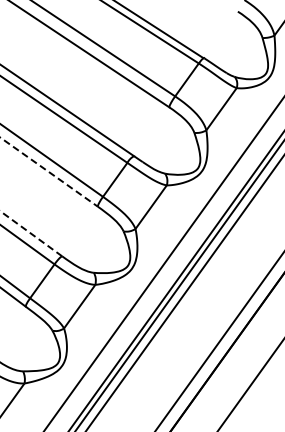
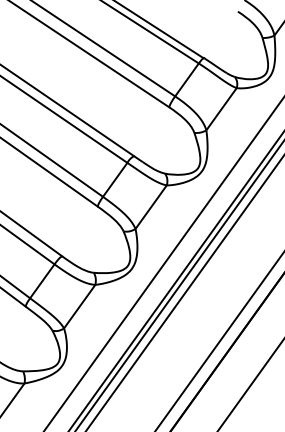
line at (49, 172): dashed -> solid
line at (31, 233): dashed -> solid
